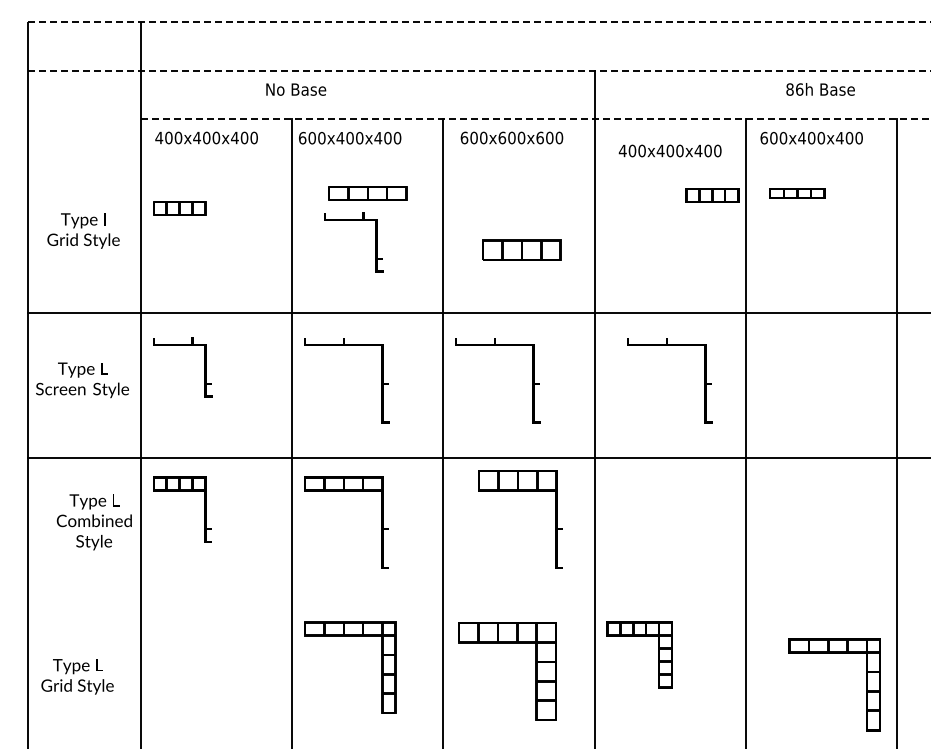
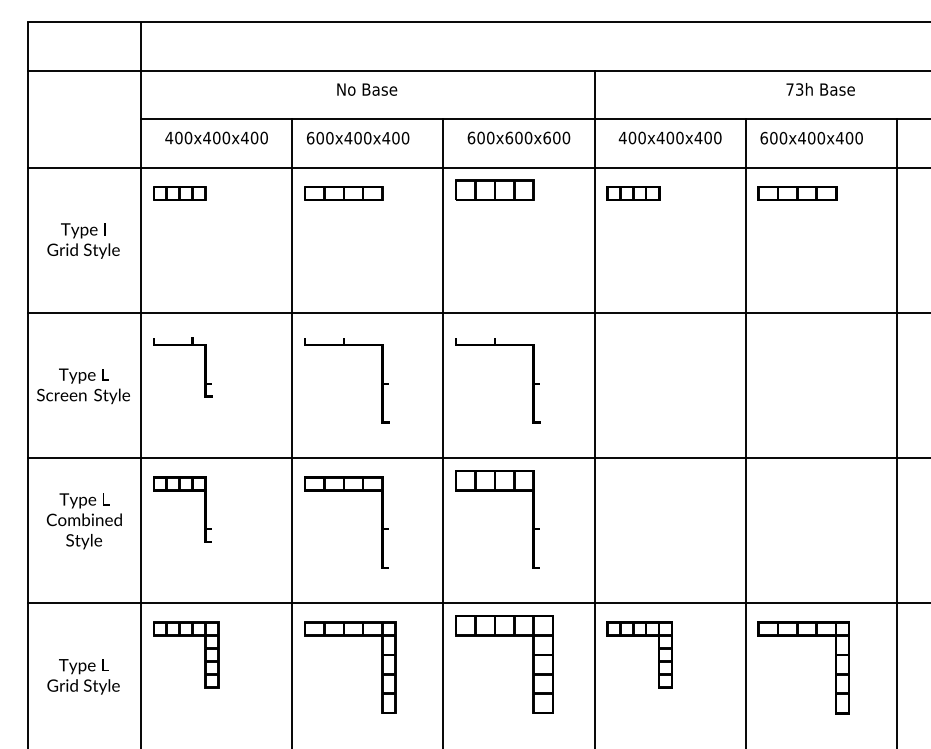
line at (479, 22): dashed -> solid
line at (479, 70): dashed -> solid
text at (296, 89) position: (296, 89) -> (367, 89)
text at (794, 89): 86h -> 73h
line at (535, 119): dashed -> solid
text at (206, 137) position: (206, 137) -> (216, 137)
text at (350, 137) position: (350, 137) -> (358, 137)
text at (511, 137) position: (511, 137) -> (518, 137)
text at (669, 150) position: (669, 150) -> (669, 137)
line at (477, 167): none -> present
part at (367, 193) position: (367, 193) -> (343, 193)
part at (797, 193) size: 57x11 px -> 81x15 px
part at (712, 195) position: (712, 195) -> (633, 193)
part at (179, 208) position: (179, 208) -> (179, 193)
part at (353, 220): present -> none
text at (83, 230) position: (83, 230) -> (83, 240)
part at (521, 249) position: (521, 249) -> (494, 189)
part at (669, 345): present -> none
text at (82, 380) position: (82, 380) -> (83, 386)
part at (520, 491) position: (520, 491) -> (497, 491)
text at (93, 522) position: (93, 522) -> (83, 521)
line at (477, 603): none -> present
part at (186, 636): none -> present
part at (507, 643) position: (507, 643) -> (504, 636)
part at (834, 653) position: (834, 653) -> (803, 636)
text at (77, 676) position: (77, 676) -> (83, 676)
